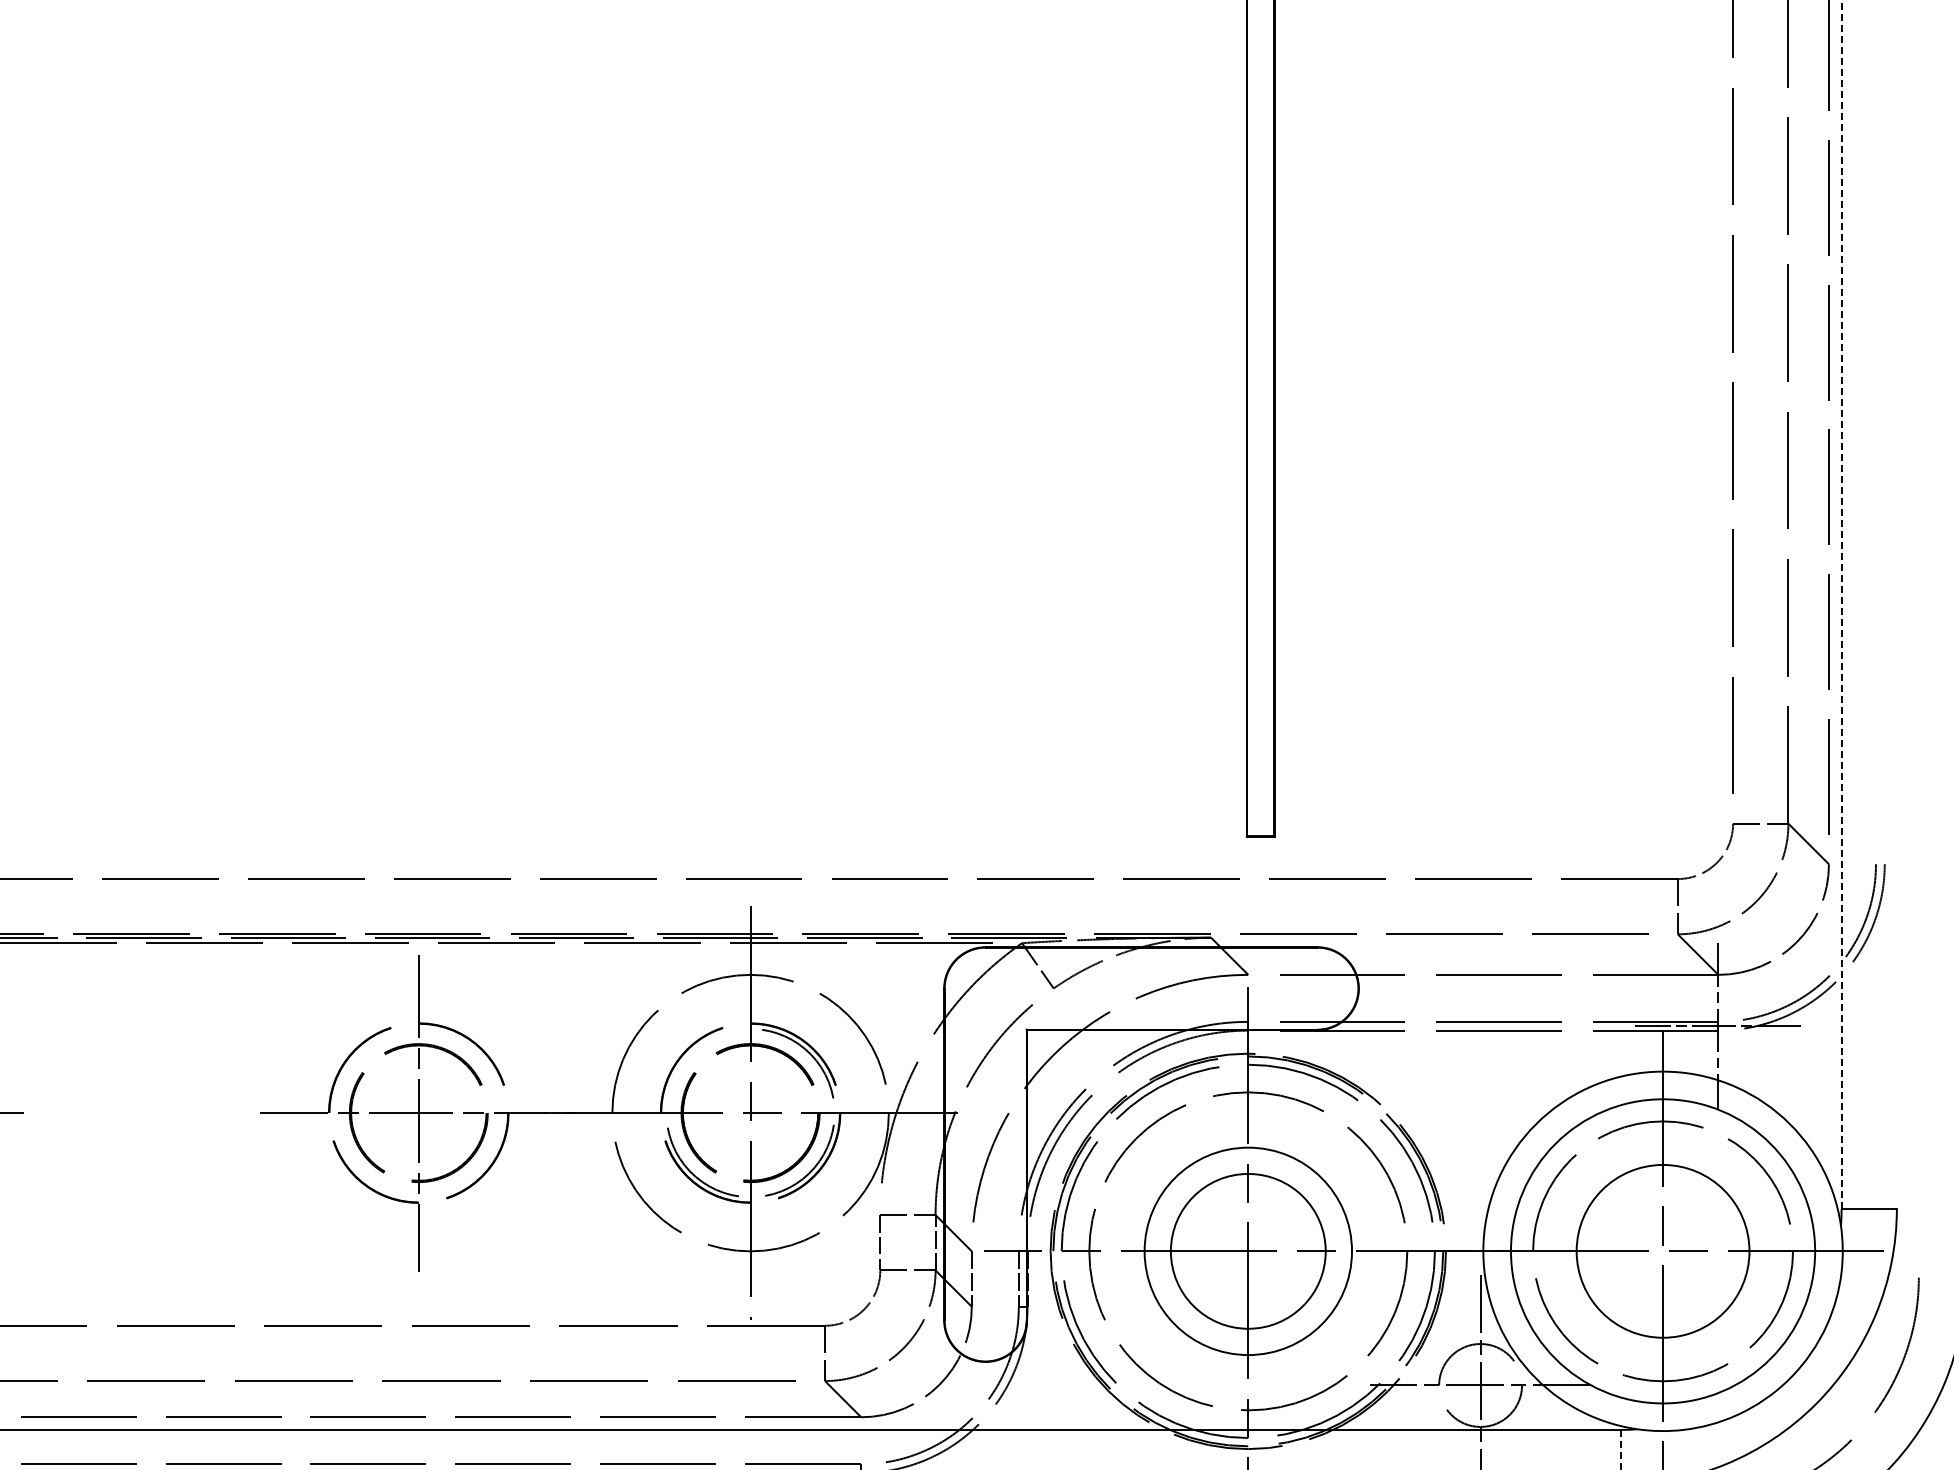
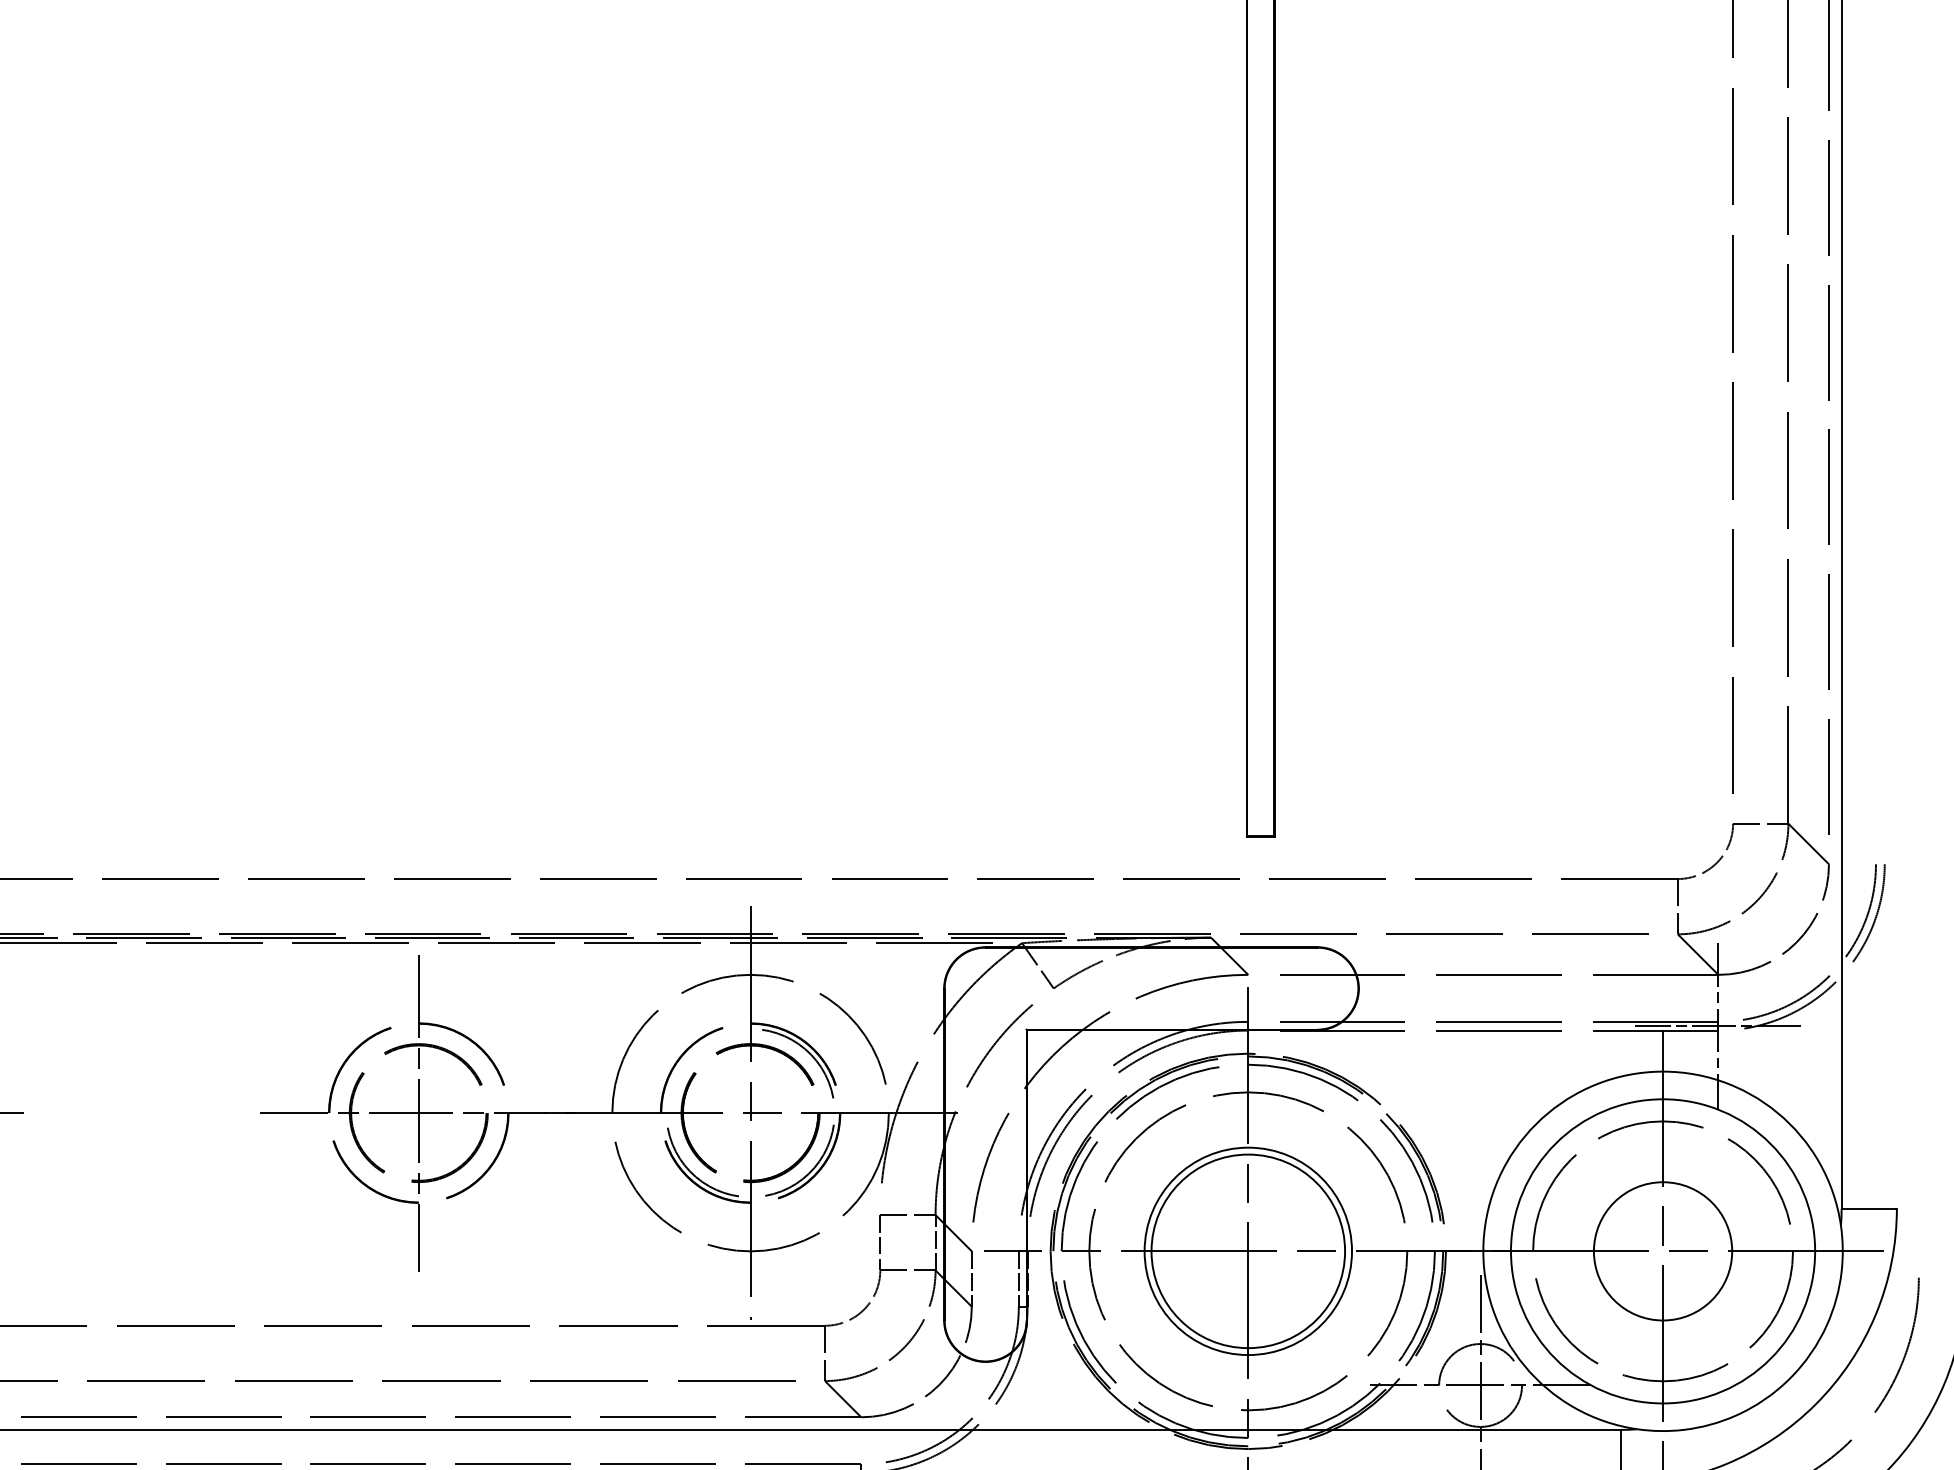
line at (1841, 604): dashed -> solid
circle at (1247, 1250) diameter: 155 px -> 194 px
circle at (1662, 1250) diameter: 173 px -> 138 px
line at (1620, 1449): dashed -> solid
